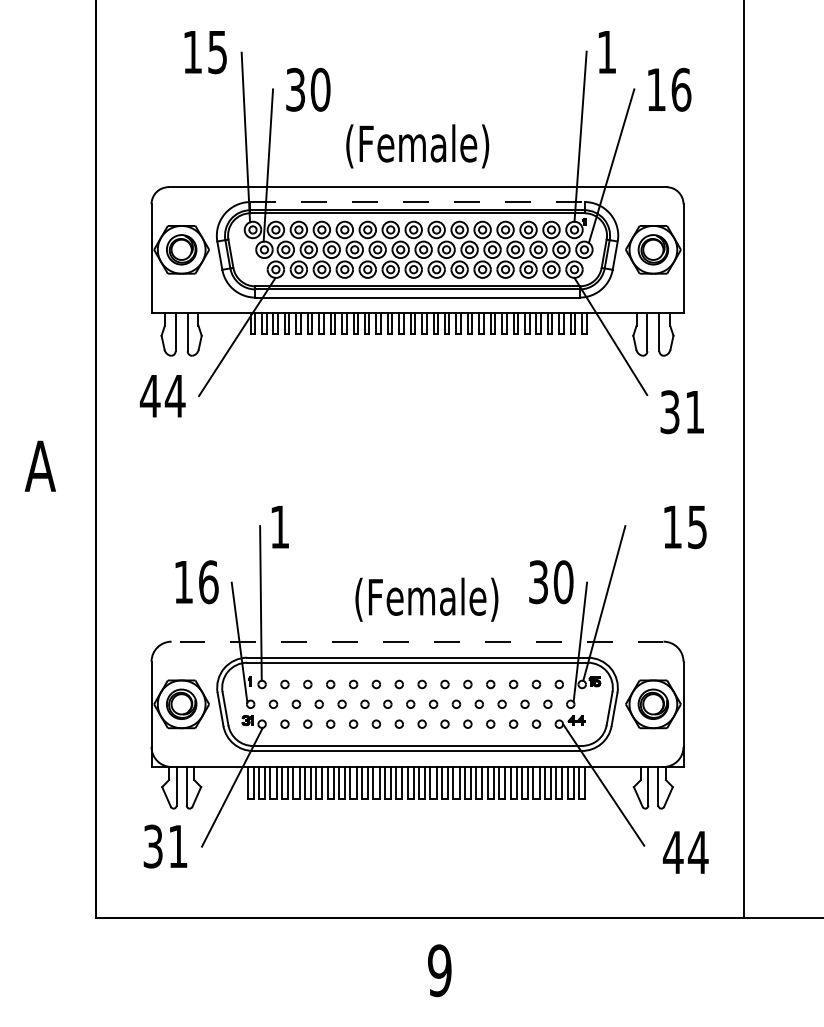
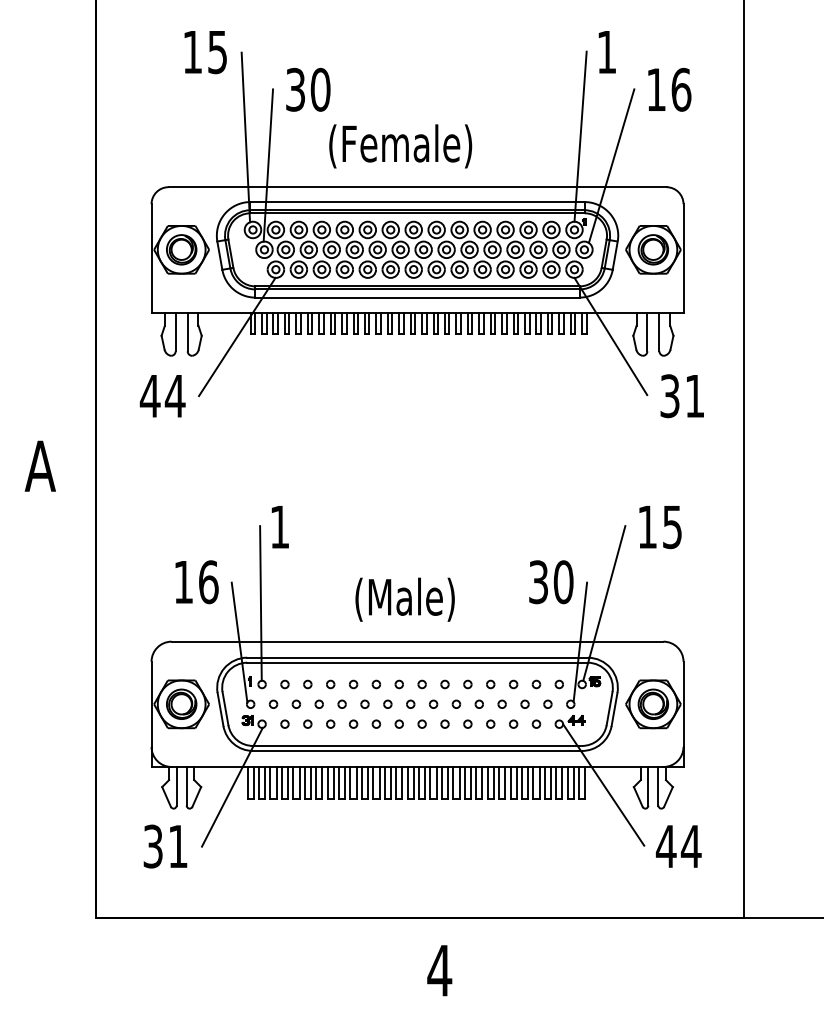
text at (417, 146) position: (417, 146) -> (400, 146)
line at (418, 202): dashed -> solid
text at (681, 412) position: (681, 412) -> (681, 396)
text at (685, 527) position: (685, 527) -> (660, 527)
text at (435, 599): (Female) -> (Male)
line at (417, 641): dashed -> solid
text at (685, 852) position: (685, 852) -> (678, 846)
text at (439, 970): 9 -> 4
